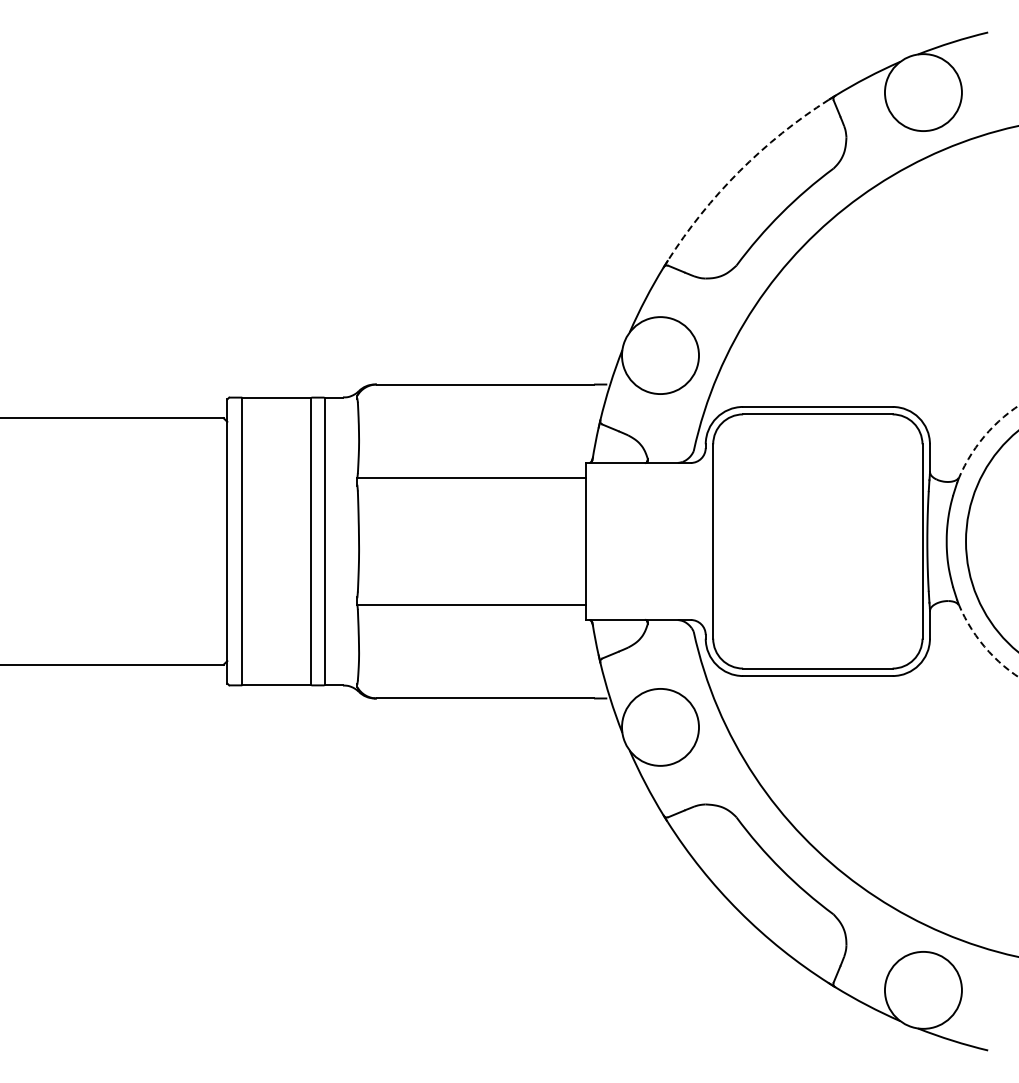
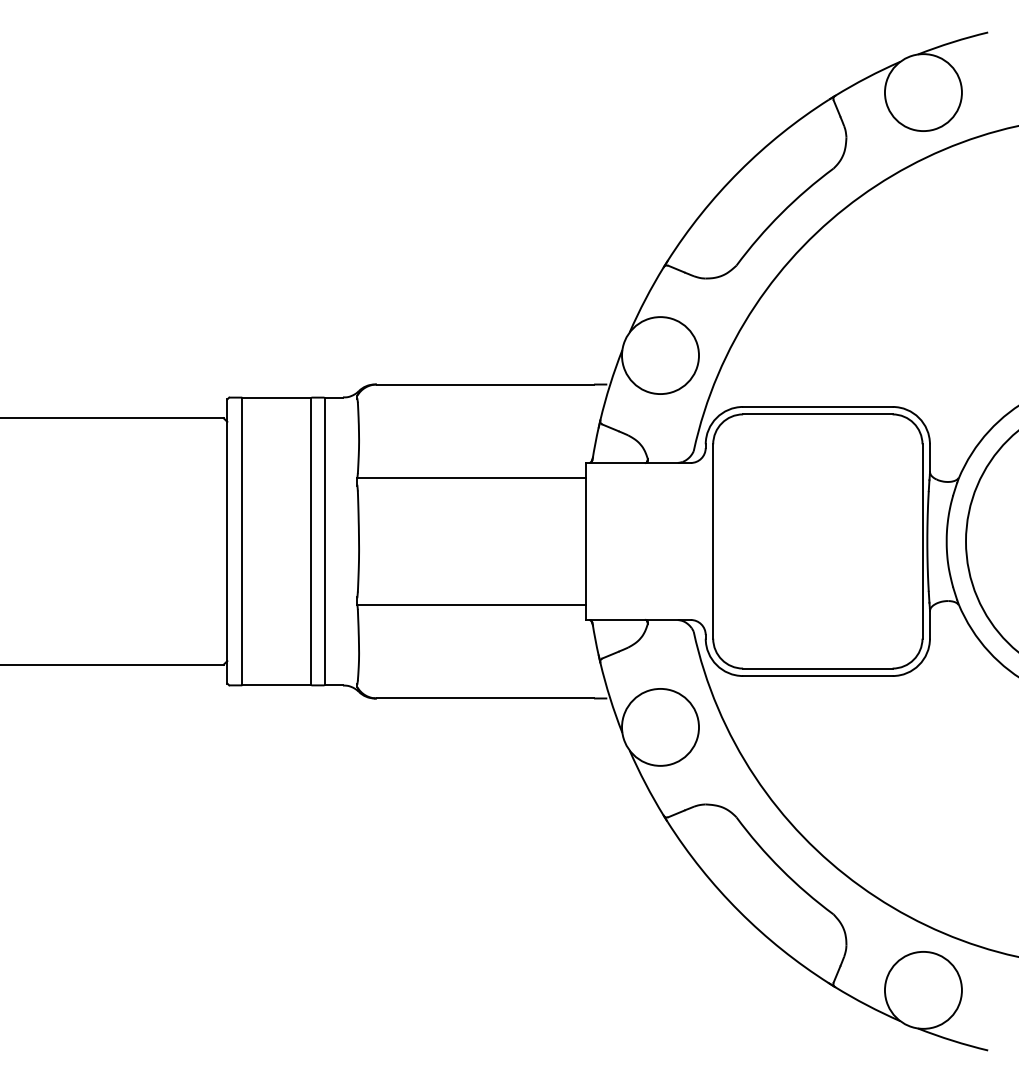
arc at (739, 171): dashed -> solid
arc at (1018, 406): dashed -> solid
